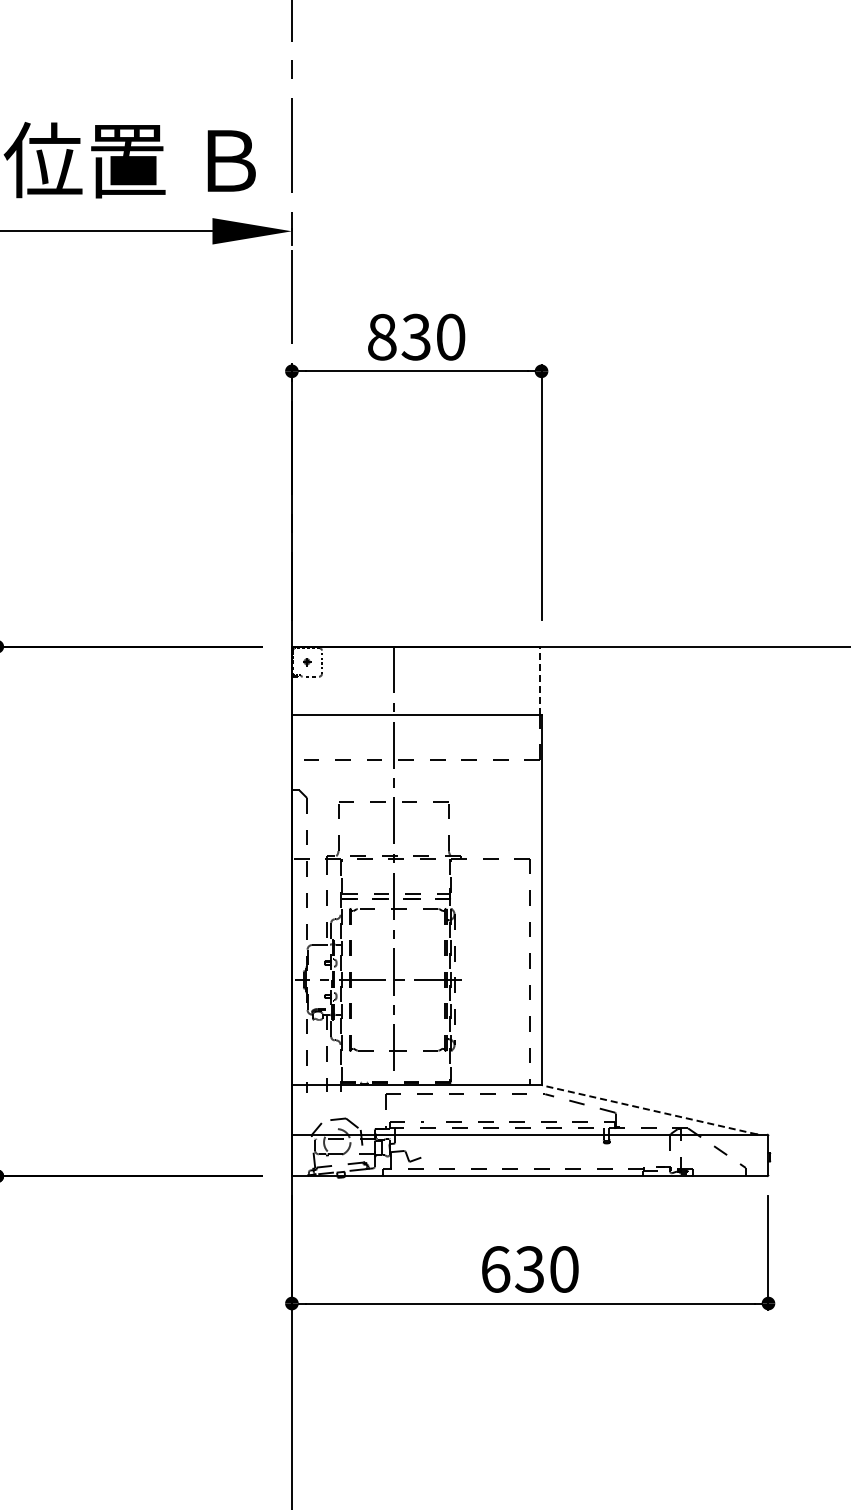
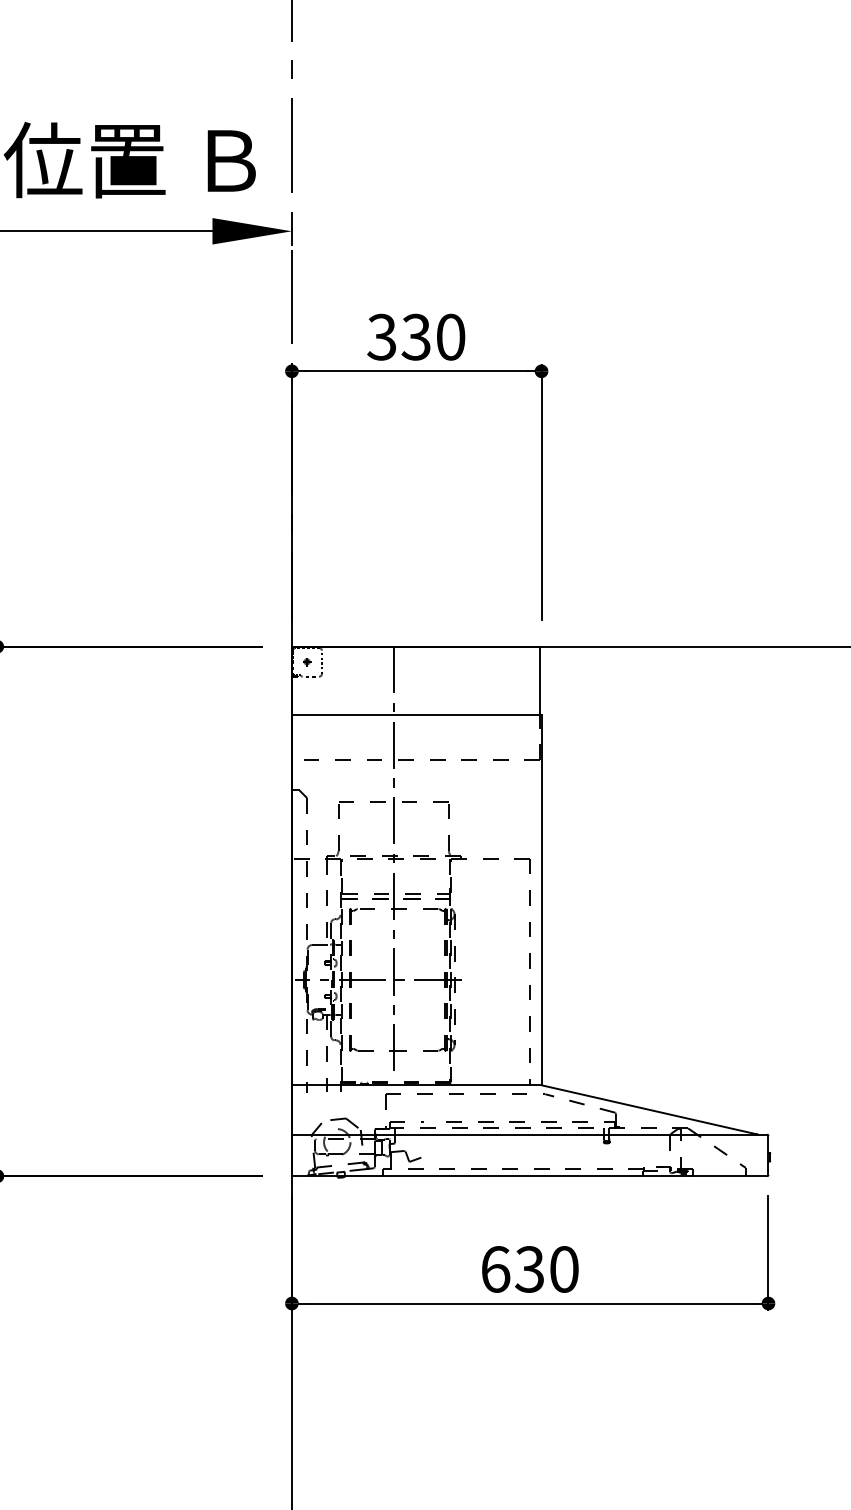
text at (381, 336): 830 -> 330
line at (540, 680): dashed -> solid
line at (649, 1109): dashed -> solid
